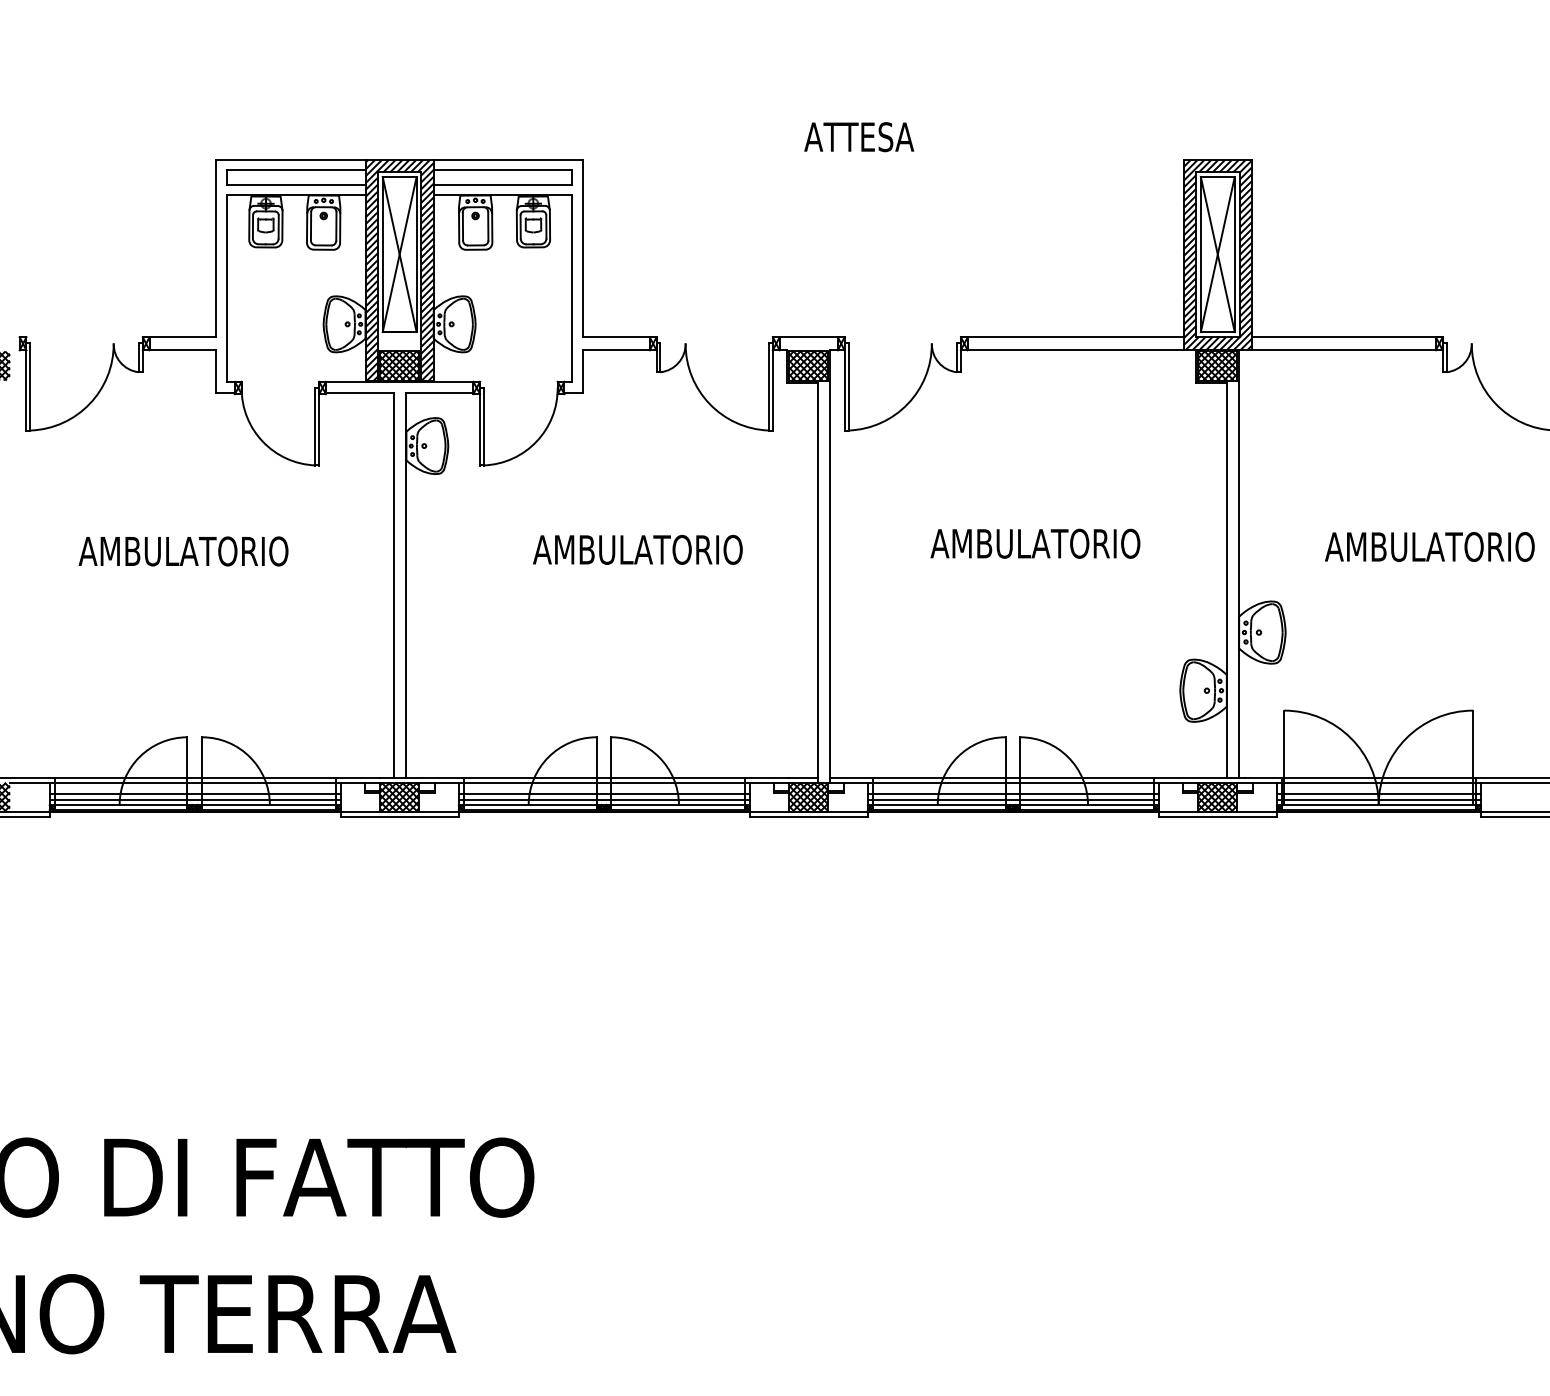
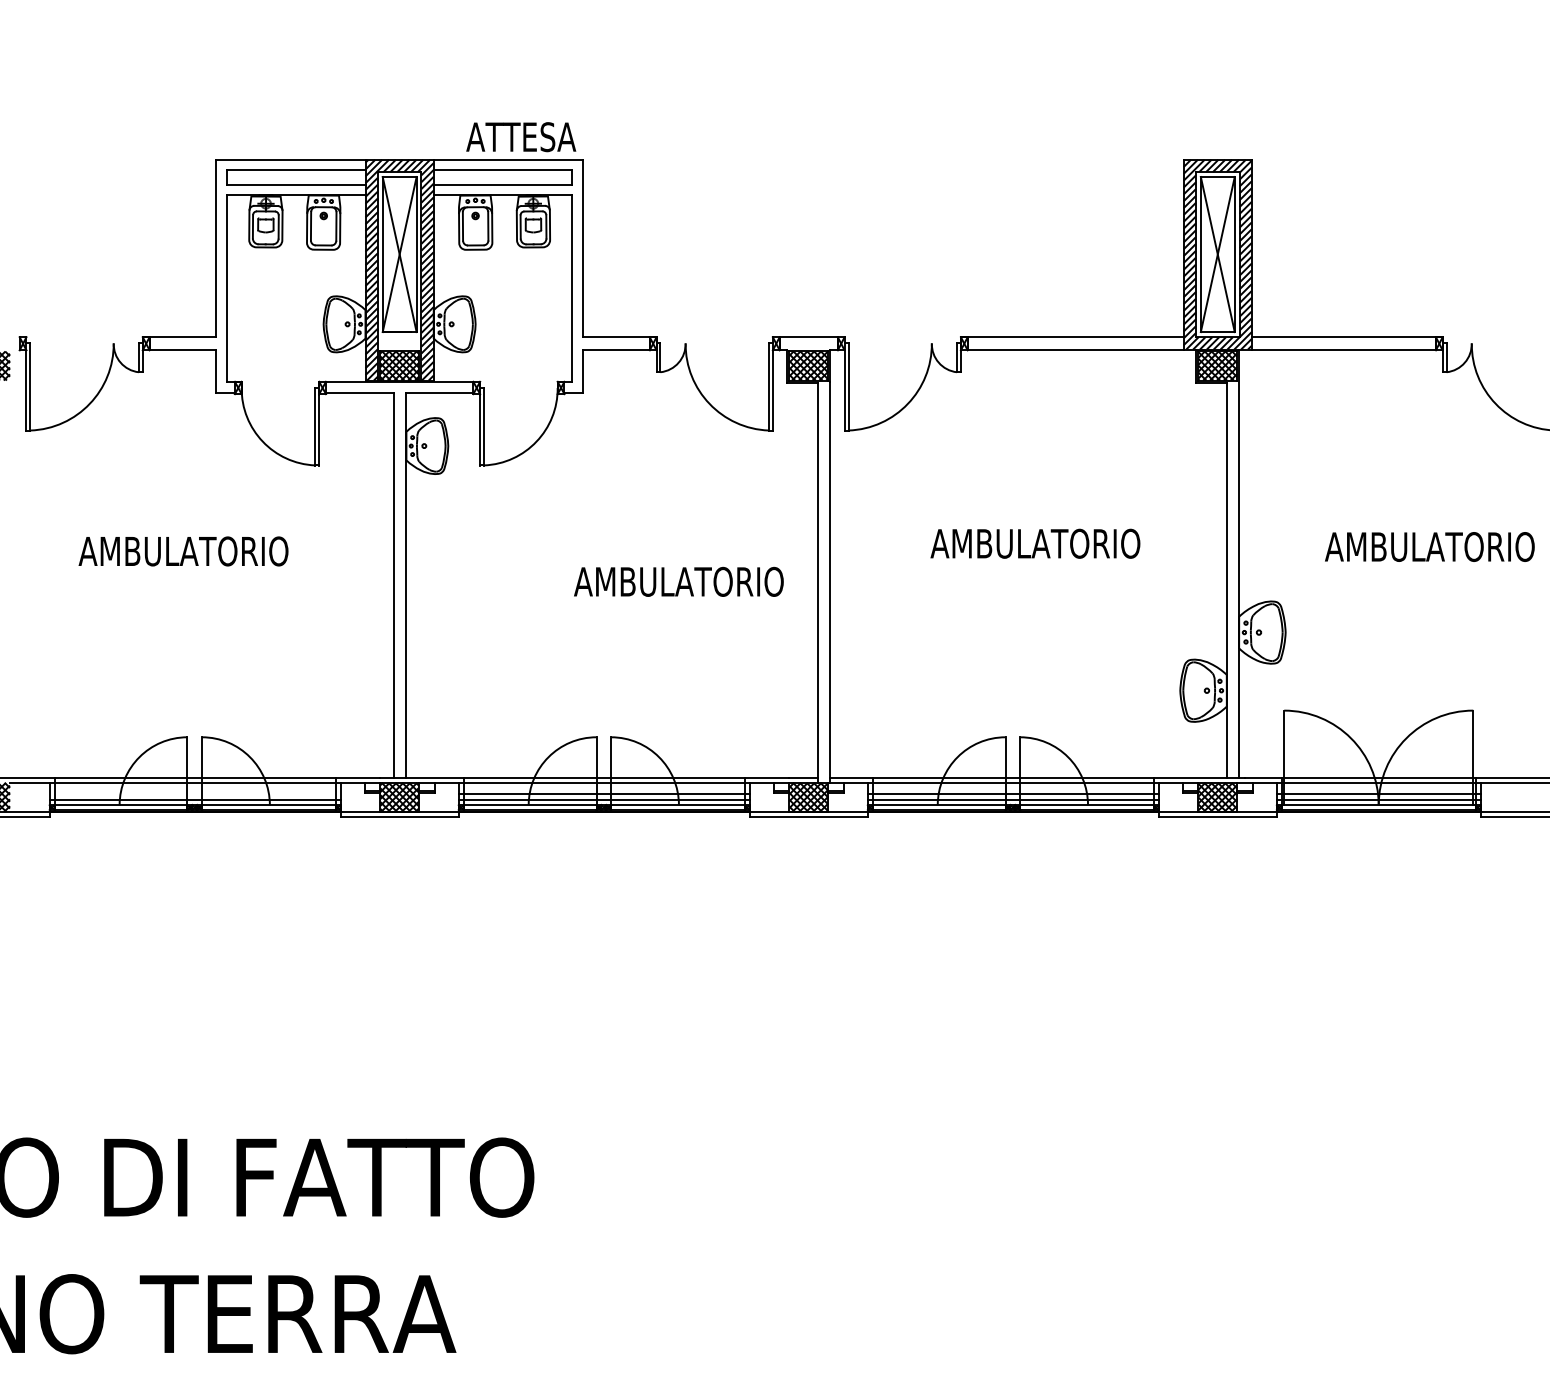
text at (859, 137) position: (859, 137) -> (521, 137)
text at (637, 549) position: (637, 549) -> (678, 581)
line at (194, 794): present -> none
